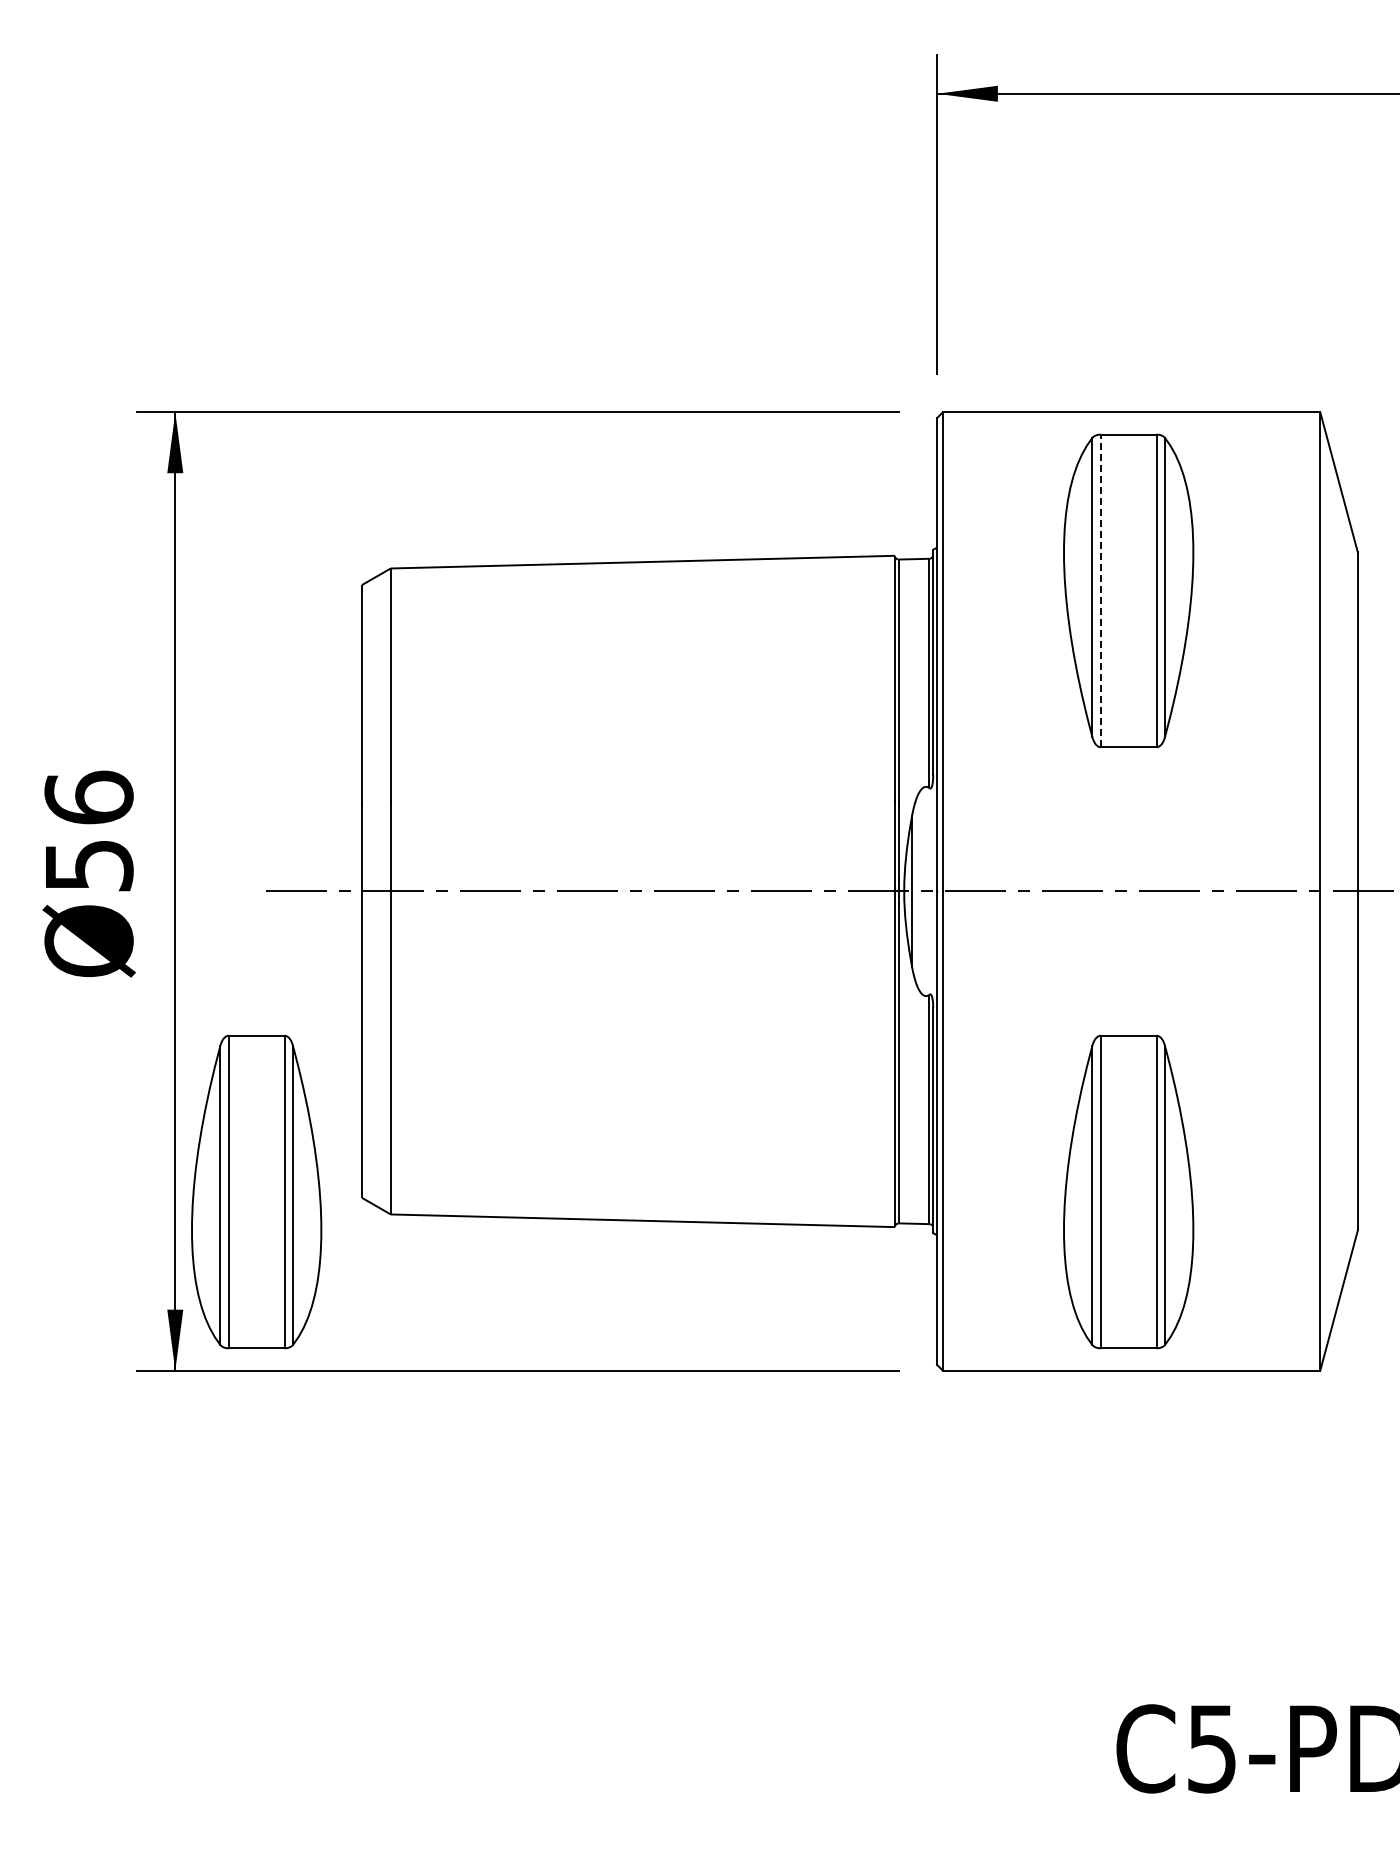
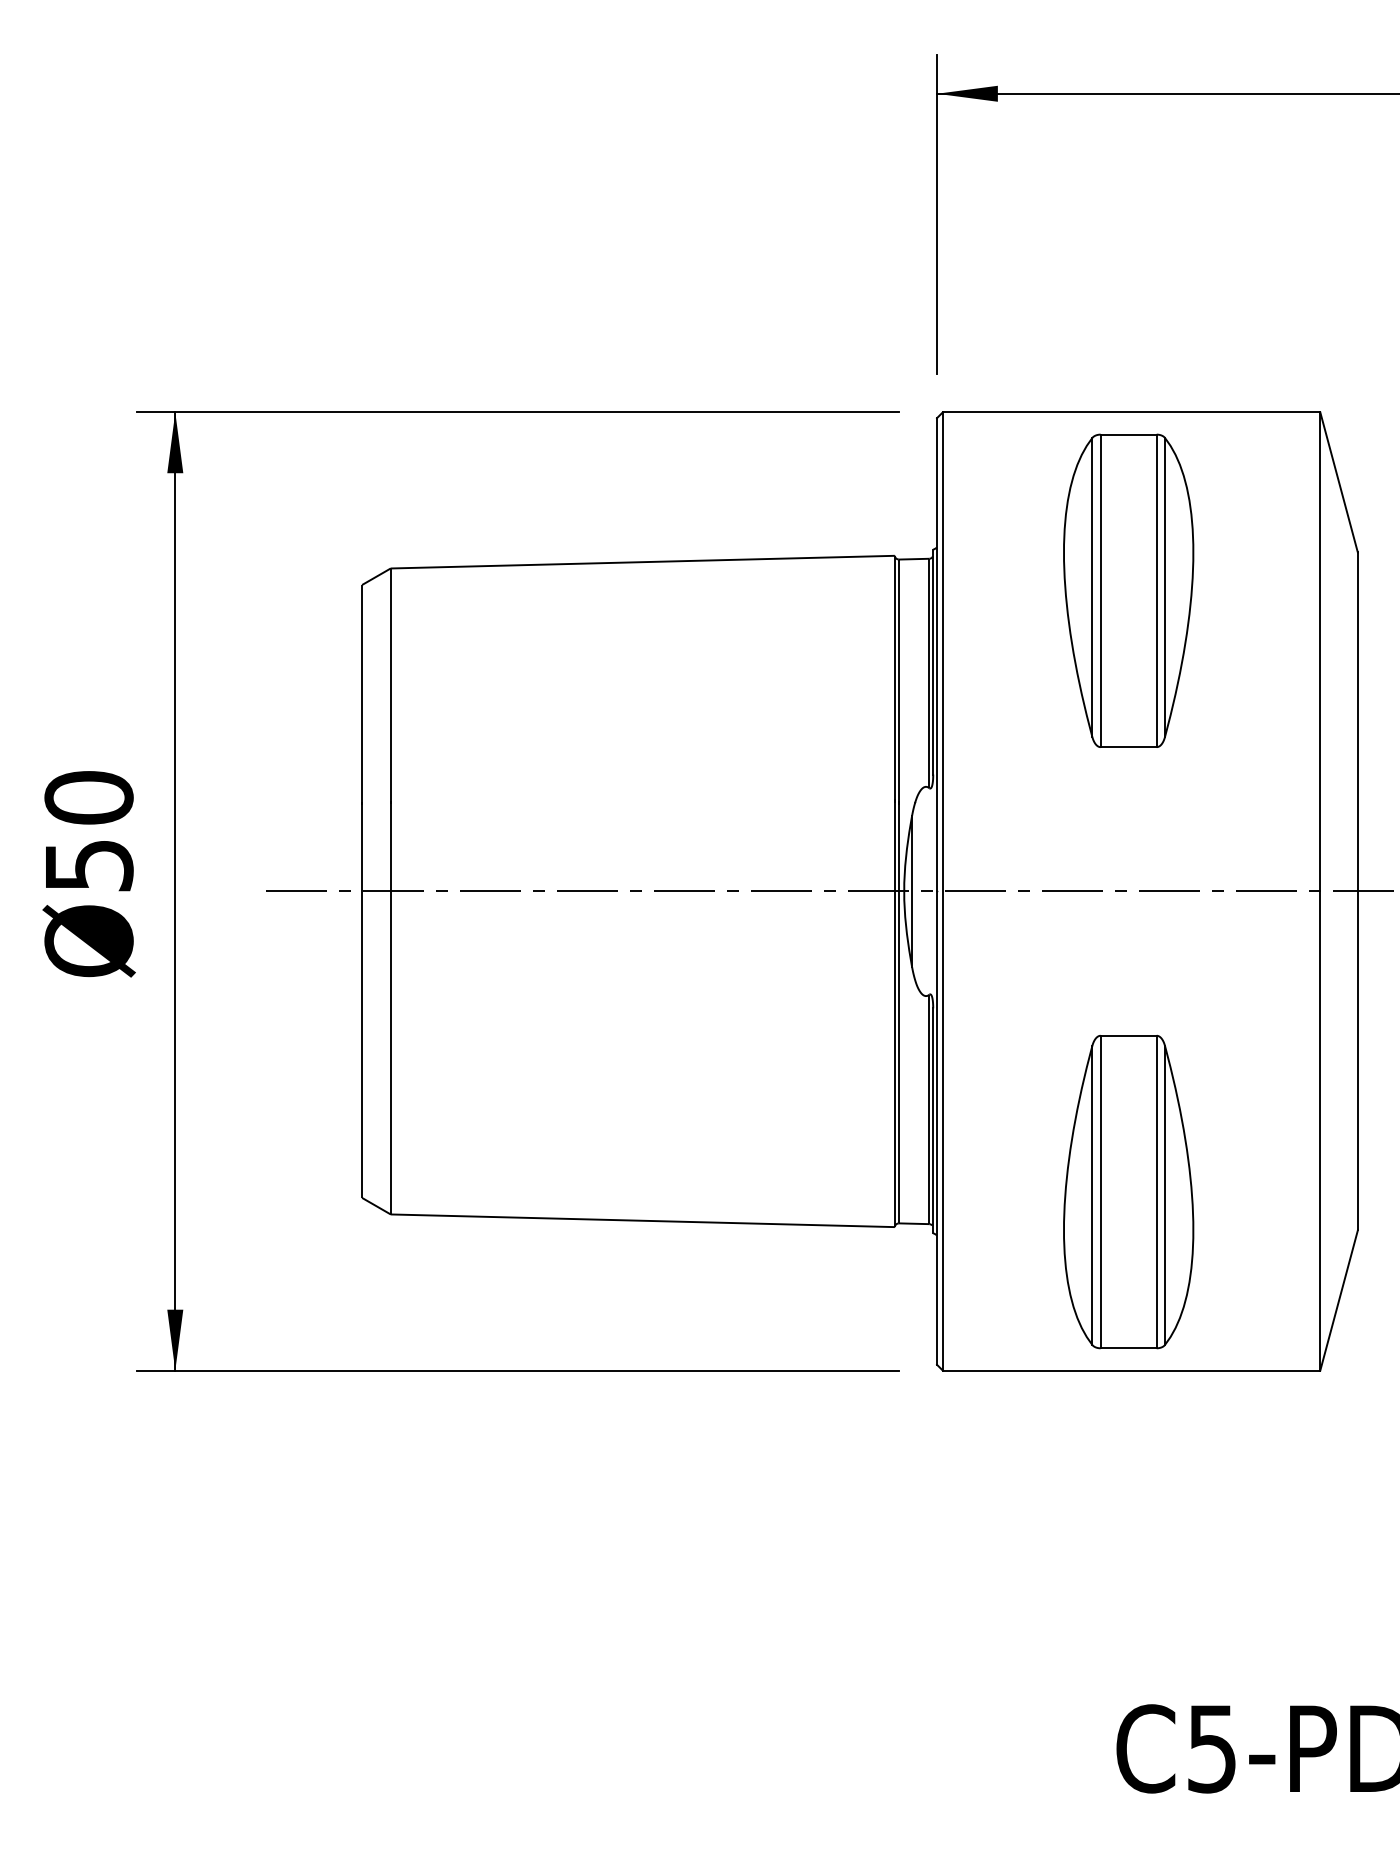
line at (1100, 590): dashed -> solid
text at (88, 797): Ø56 -> Ø50
part at (256, 1191): present -> none
